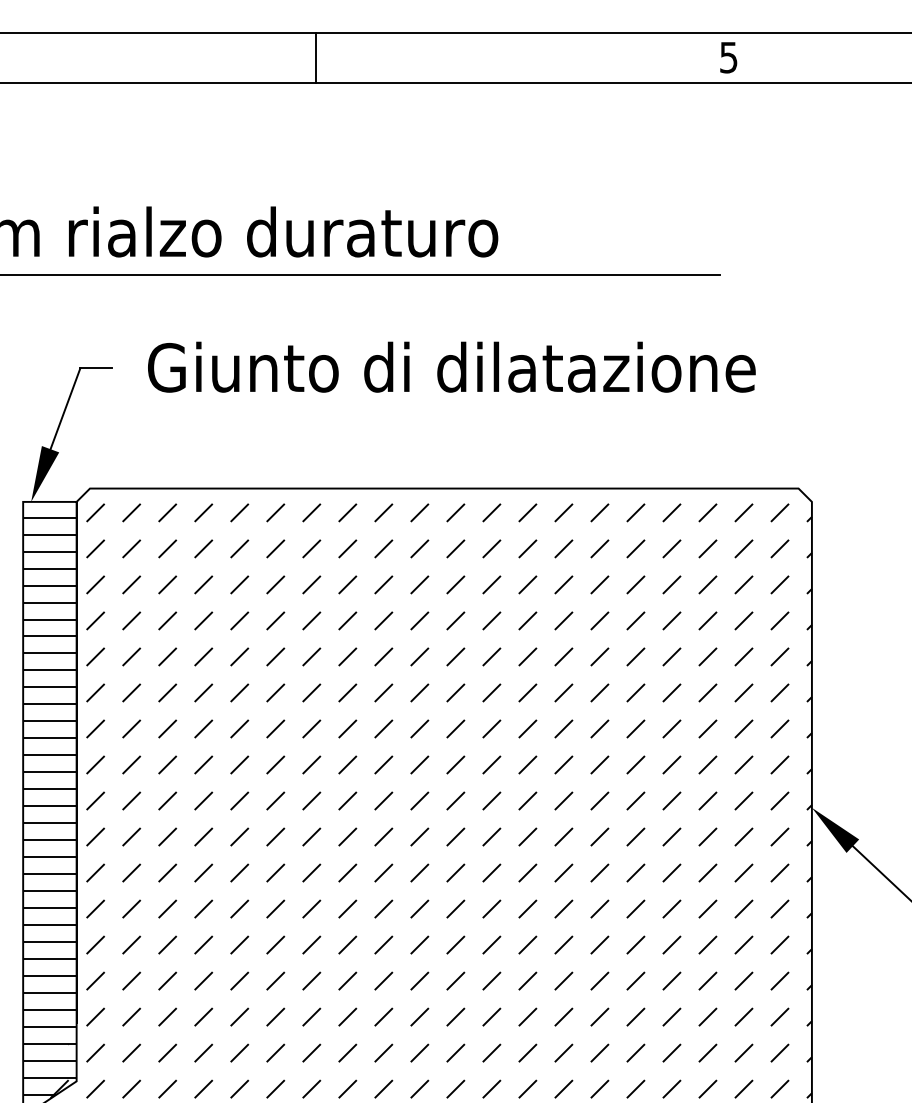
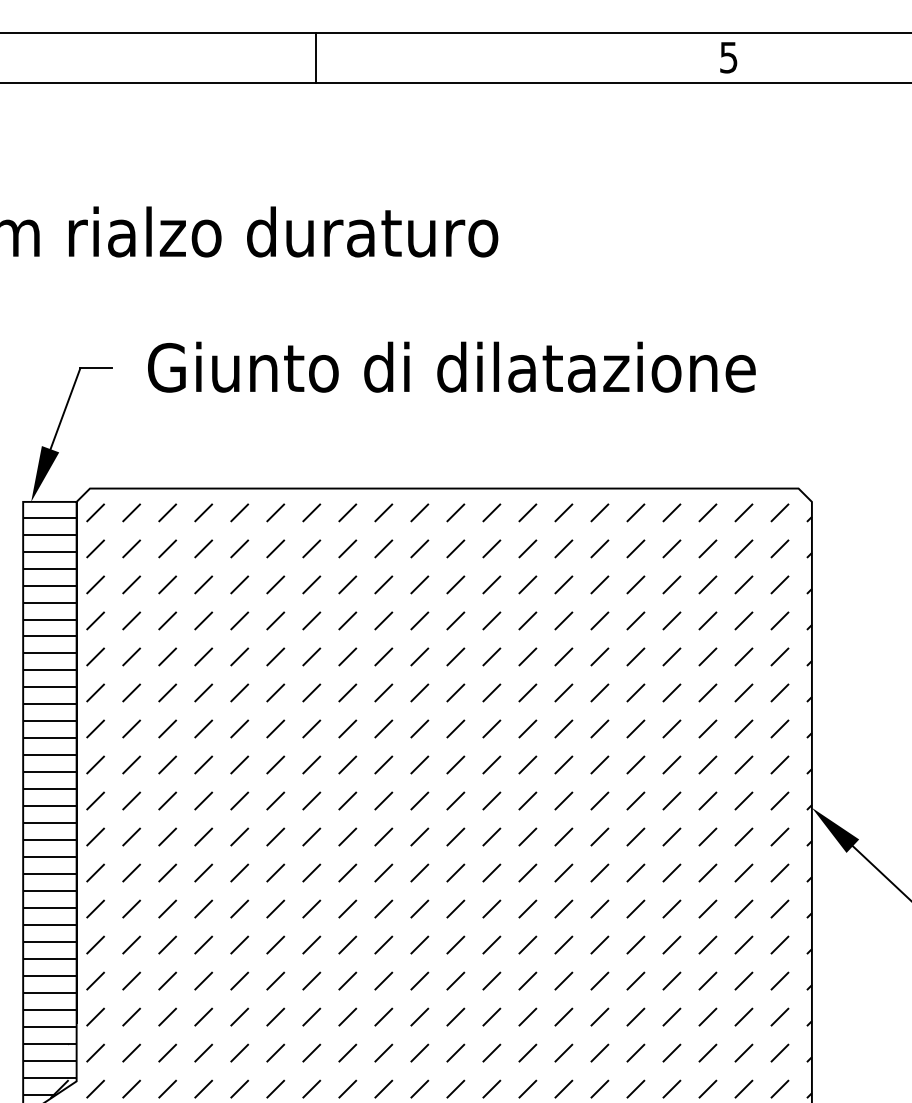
line at (360, 274): present -> none
